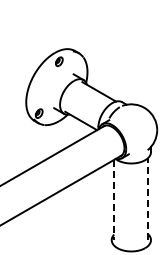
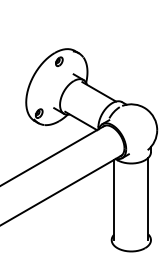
line at (148, 198): dashed -> solid
line at (114, 200): dashed -> solid
